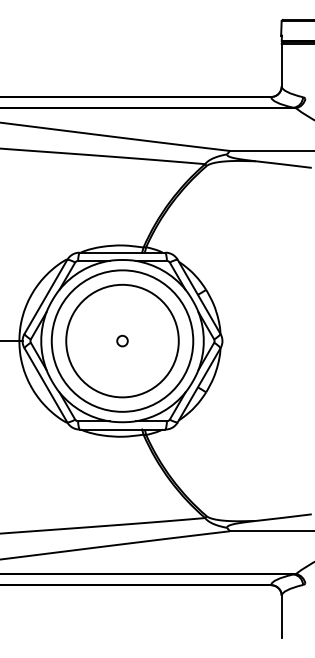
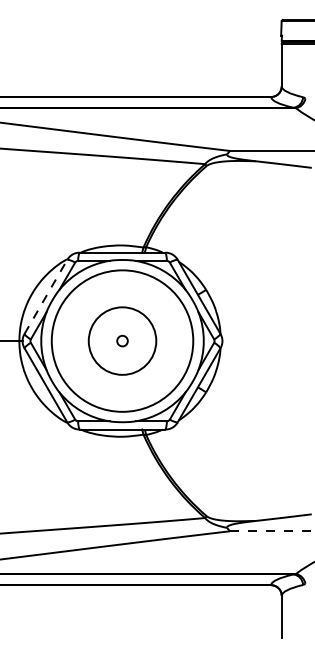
line at (45, 296): solid -> dashed
circle at (122, 340) diameter: 113 px -> 68 px
line at (272, 531): solid -> dashed
